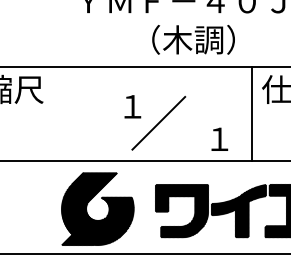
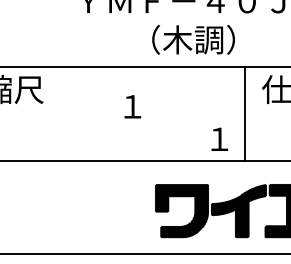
line at (251, 113) position: (251, 113) -> (244, 113)
line at (158, 122): present -> none
part at (89, 202): present -> none
